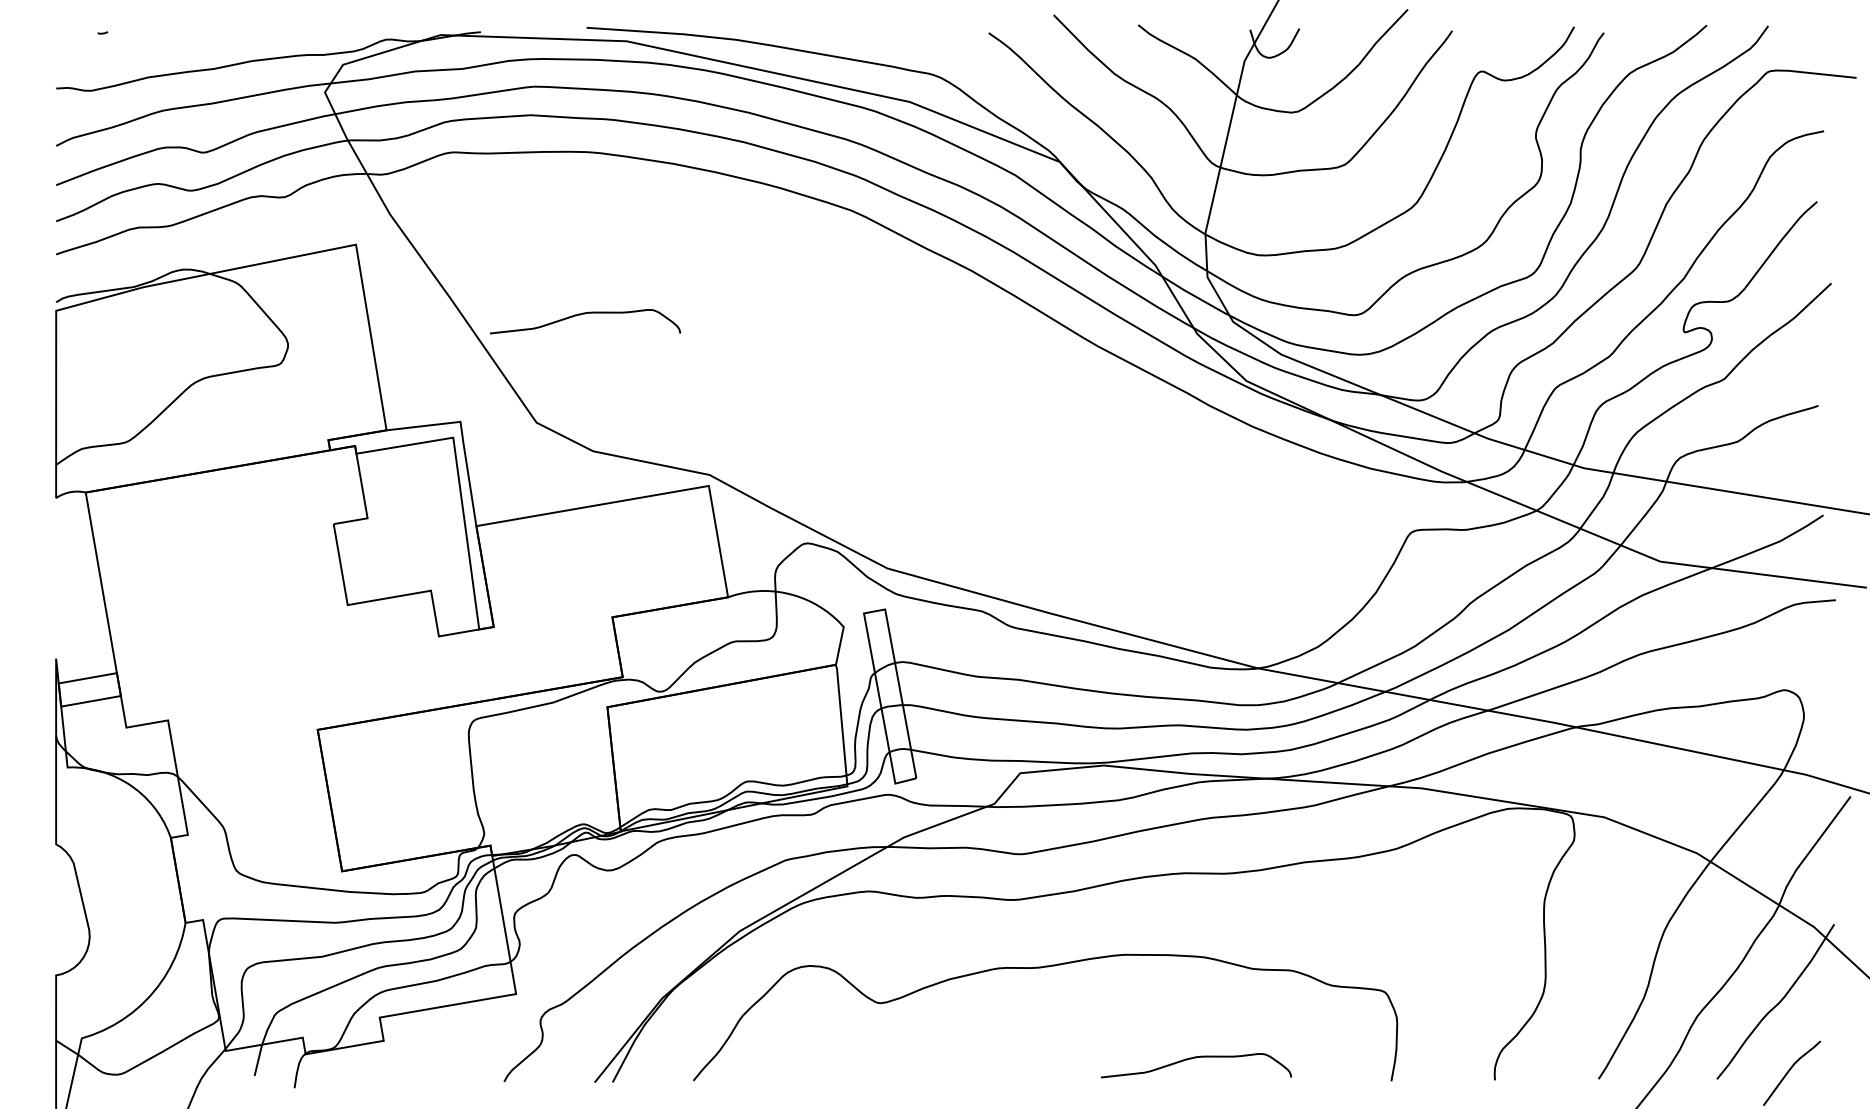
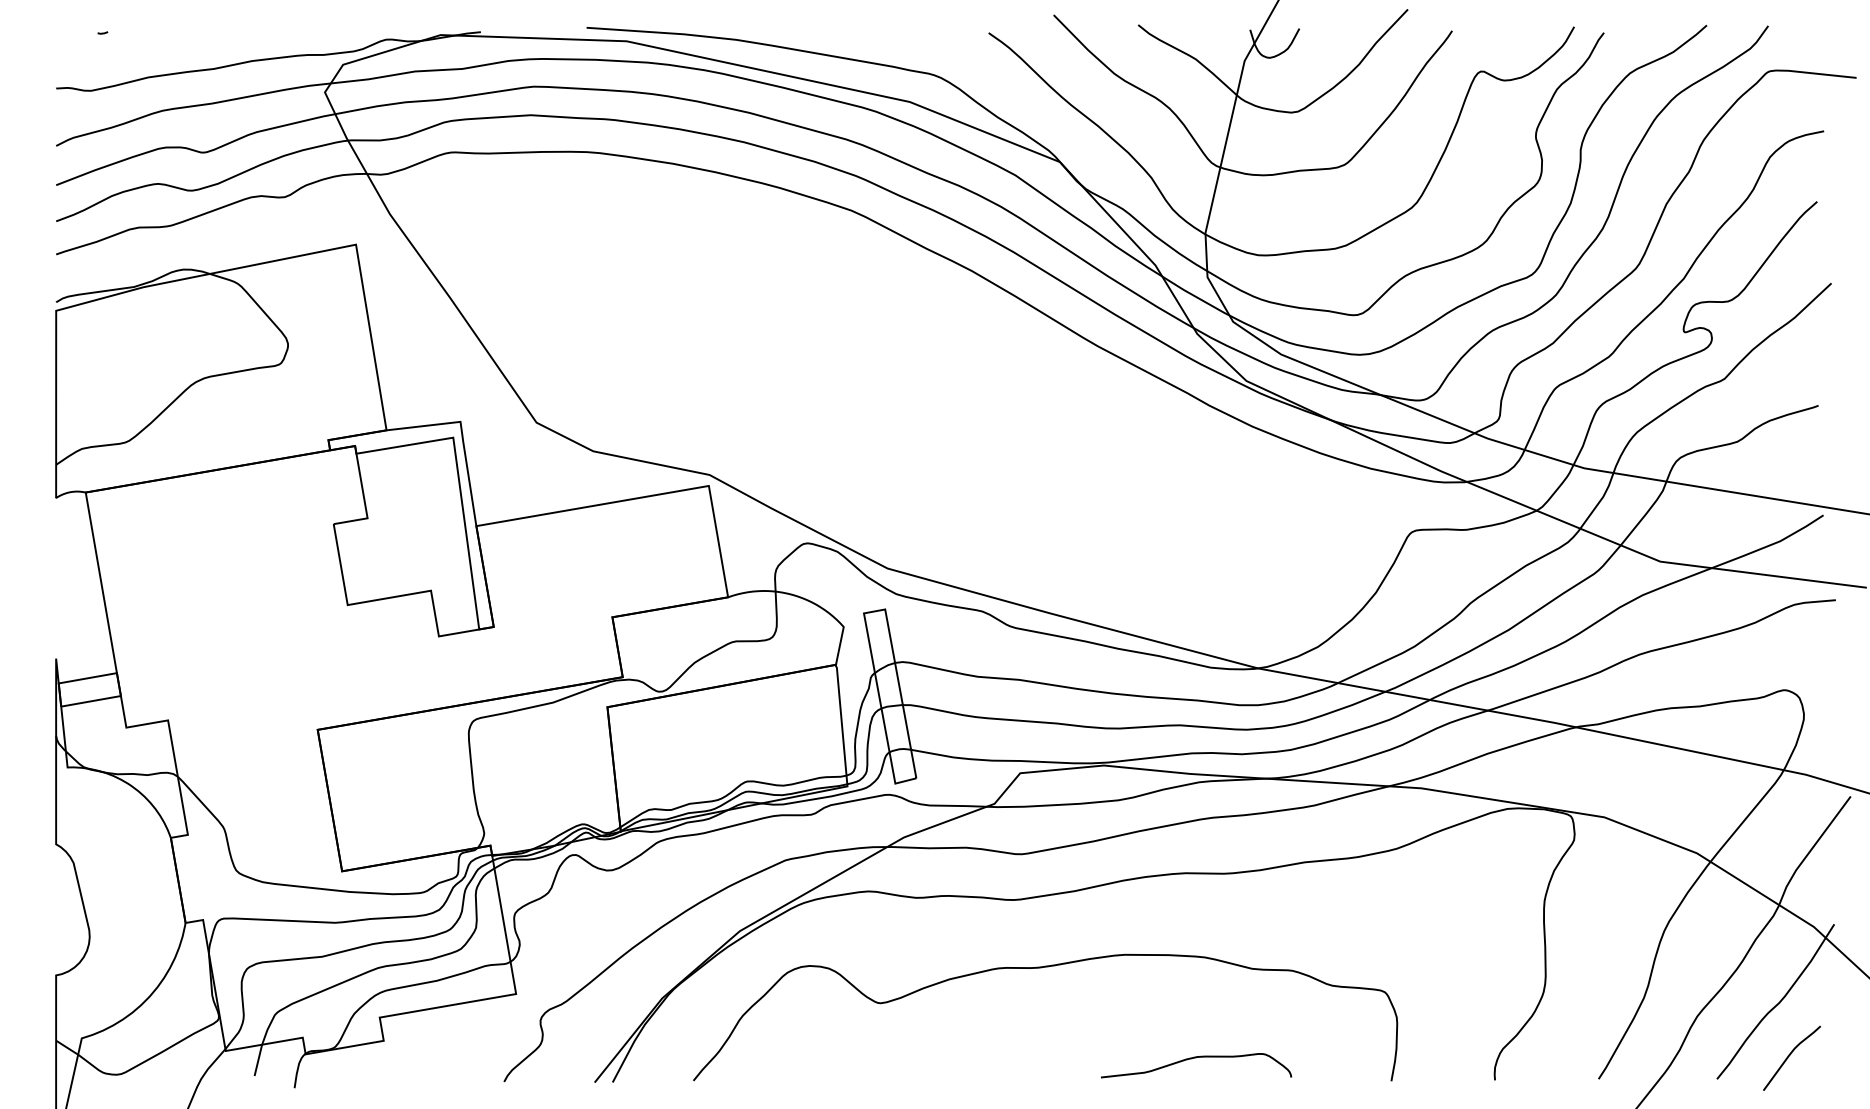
curve at (585, 314): present -> none
curve at (1790, 1070) position: (1790, 1070) -> (1790, 1055)
